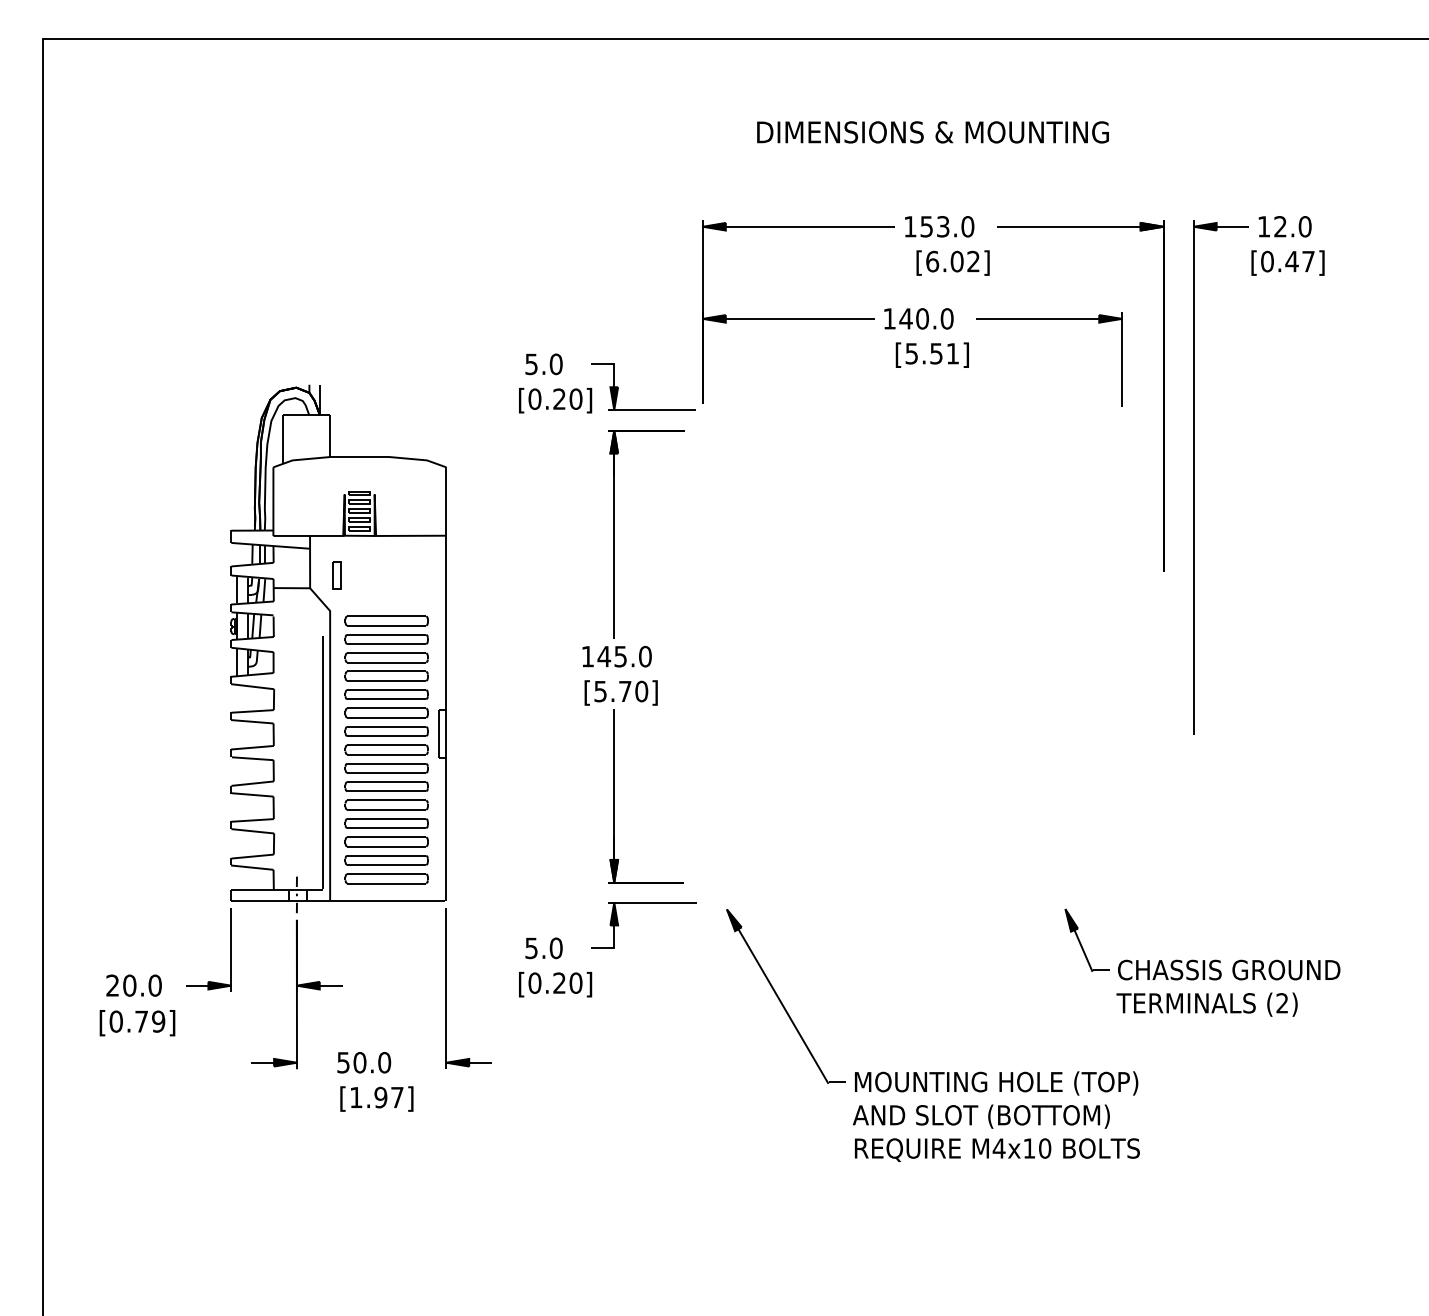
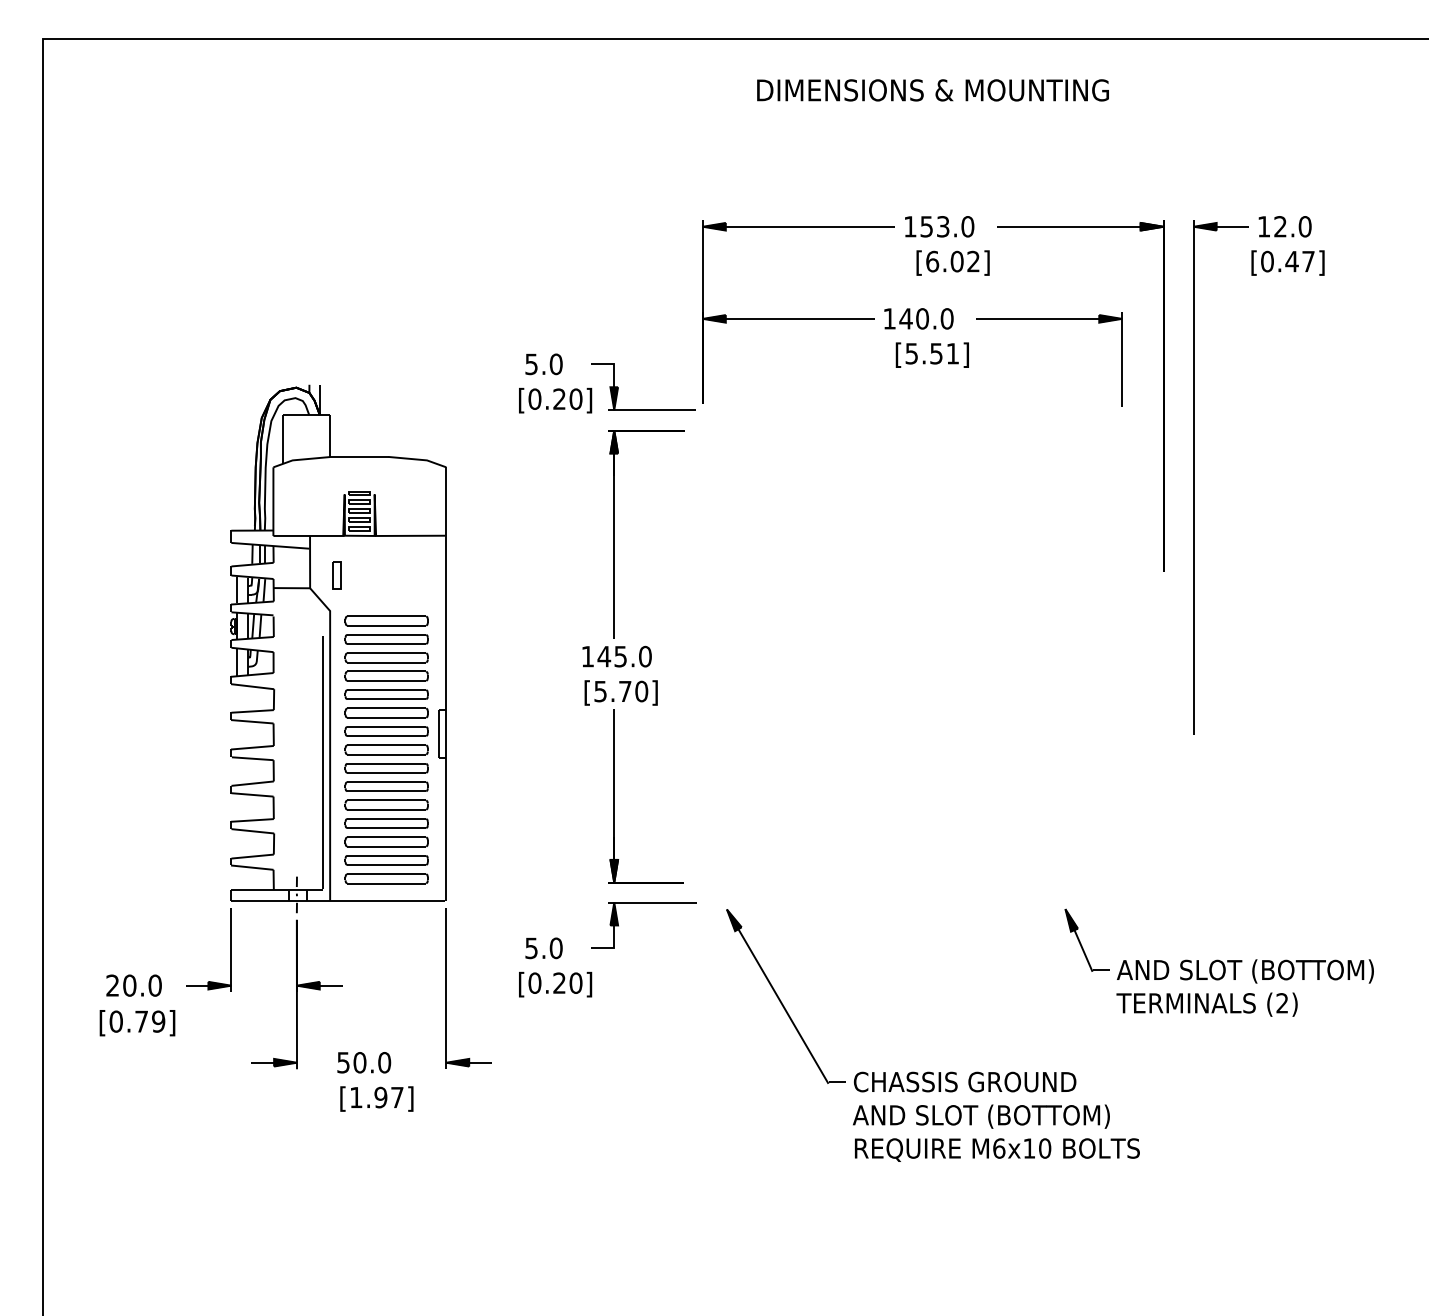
text at (932, 132) position: (932, 132) -> (932, 90)
text at (1244, 971): CHASSIS GROUND -> AND SLOT (BOTTOM)
text at (995, 1083): MOUNTING HOLE (TOP) -> CHASSIS GROUND
text at (998, 1148): M4x10 -> M6x10
